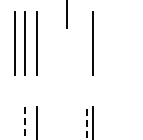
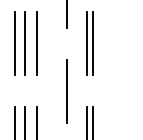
line at (87, 43): none -> present
line at (66, 91): none -> present
line at (14, 121): none -> present
line at (87, 123): dashed -> solid
line at (24, 124): dashed -> solid
